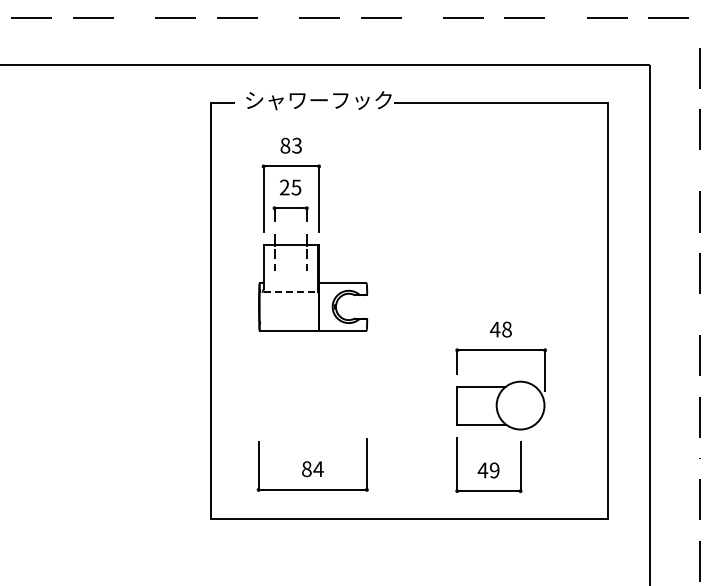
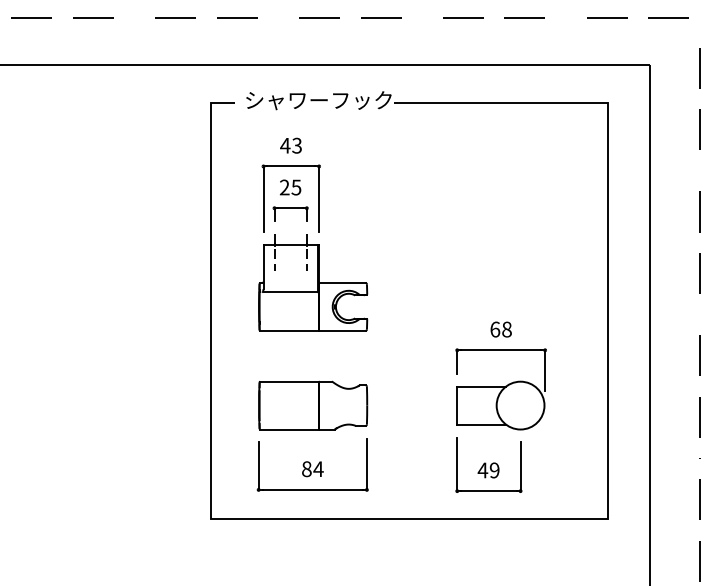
text at (285, 145): 83 -> 43
line at (290, 292): dashed -> solid
text at (494, 329): 48 -> 68
part at (313, 405): none -> present
